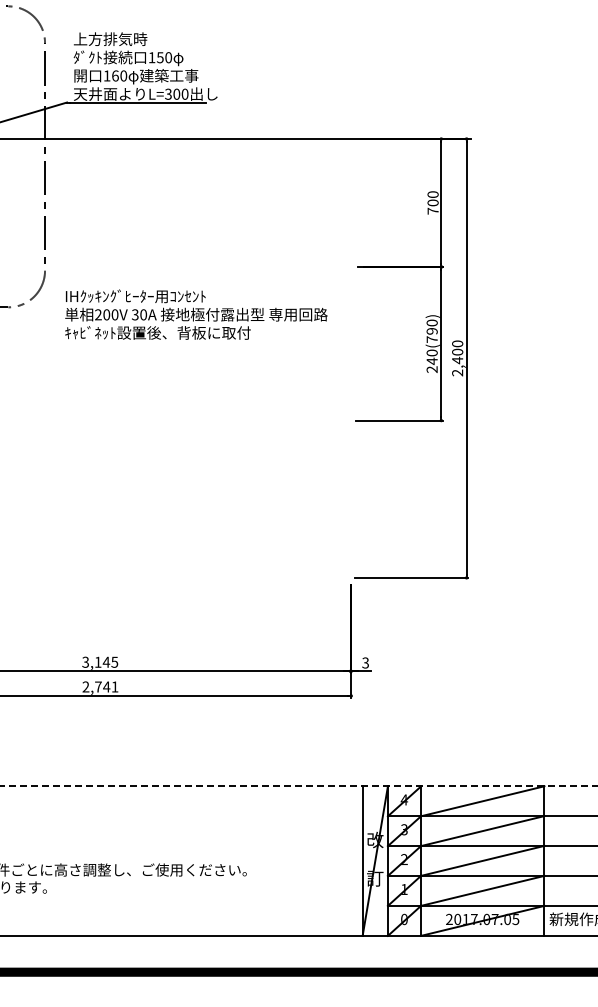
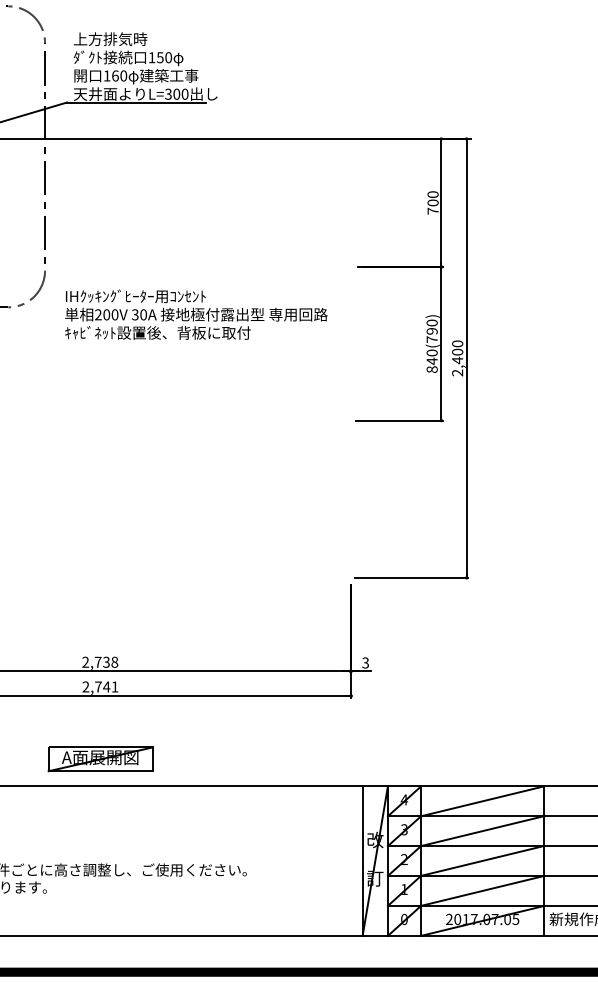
text at (431, 369): 240(790) -> 840(790)
text at (100, 661): 3,145 -> 2,738
part at (100, 759): none -> present
line at (299, 786): dashed -> solid
